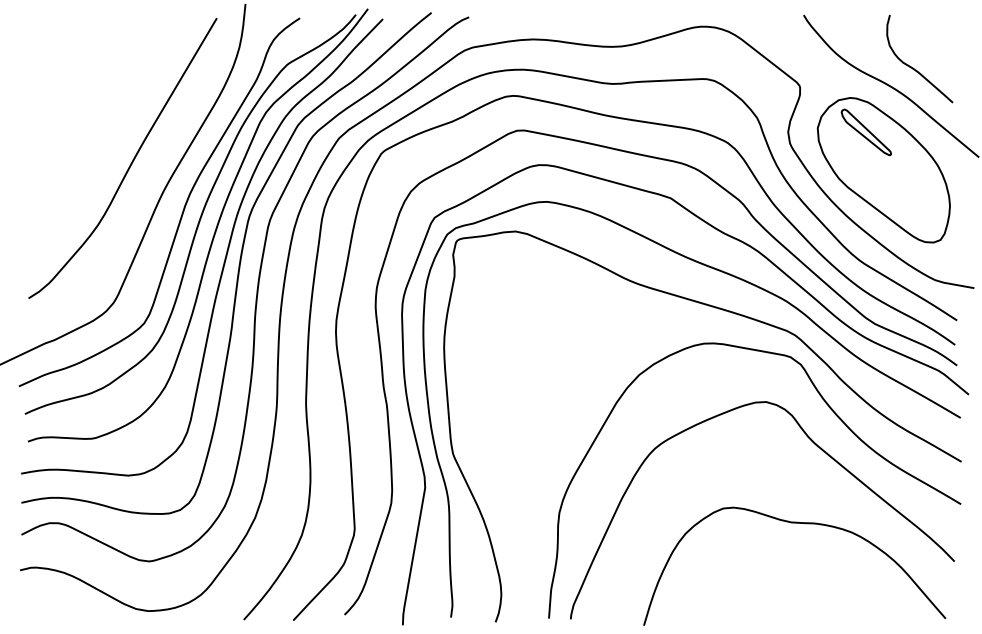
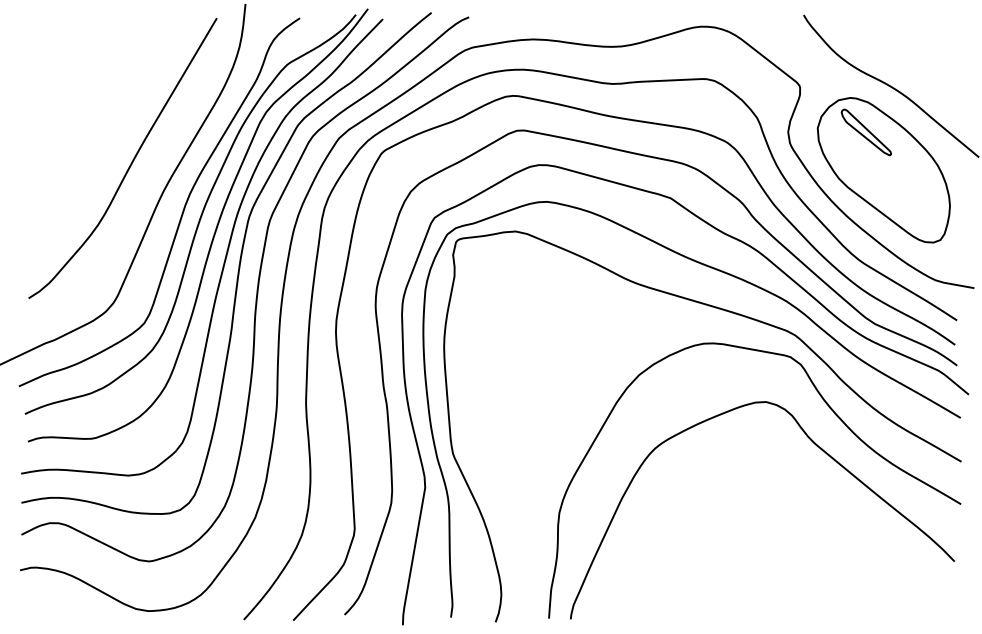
curve at (913, 67): present -> none
curve at (794, 523): present -> none
